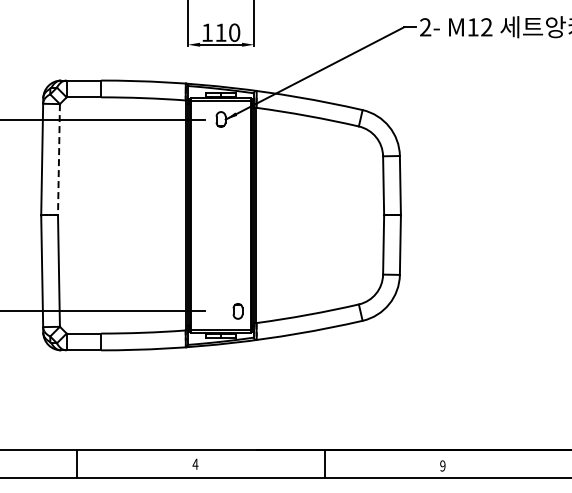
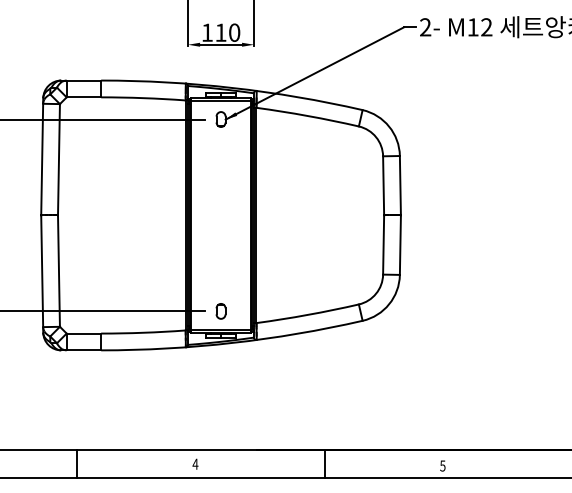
line at (58, 159): dashed -> solid
part at (237, 311) position: (237, 311) -> (220, 311)
text at (442, 465): 9 -> 5
